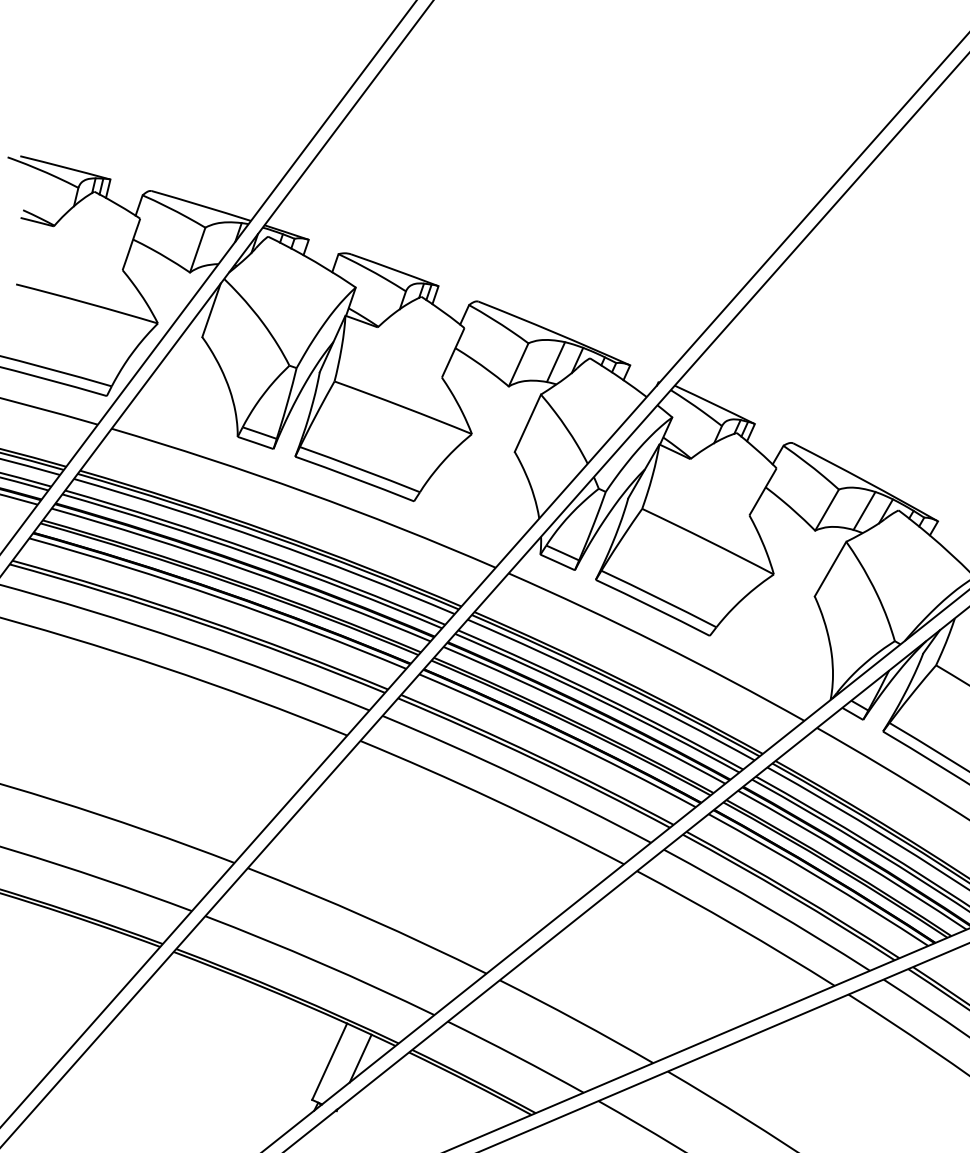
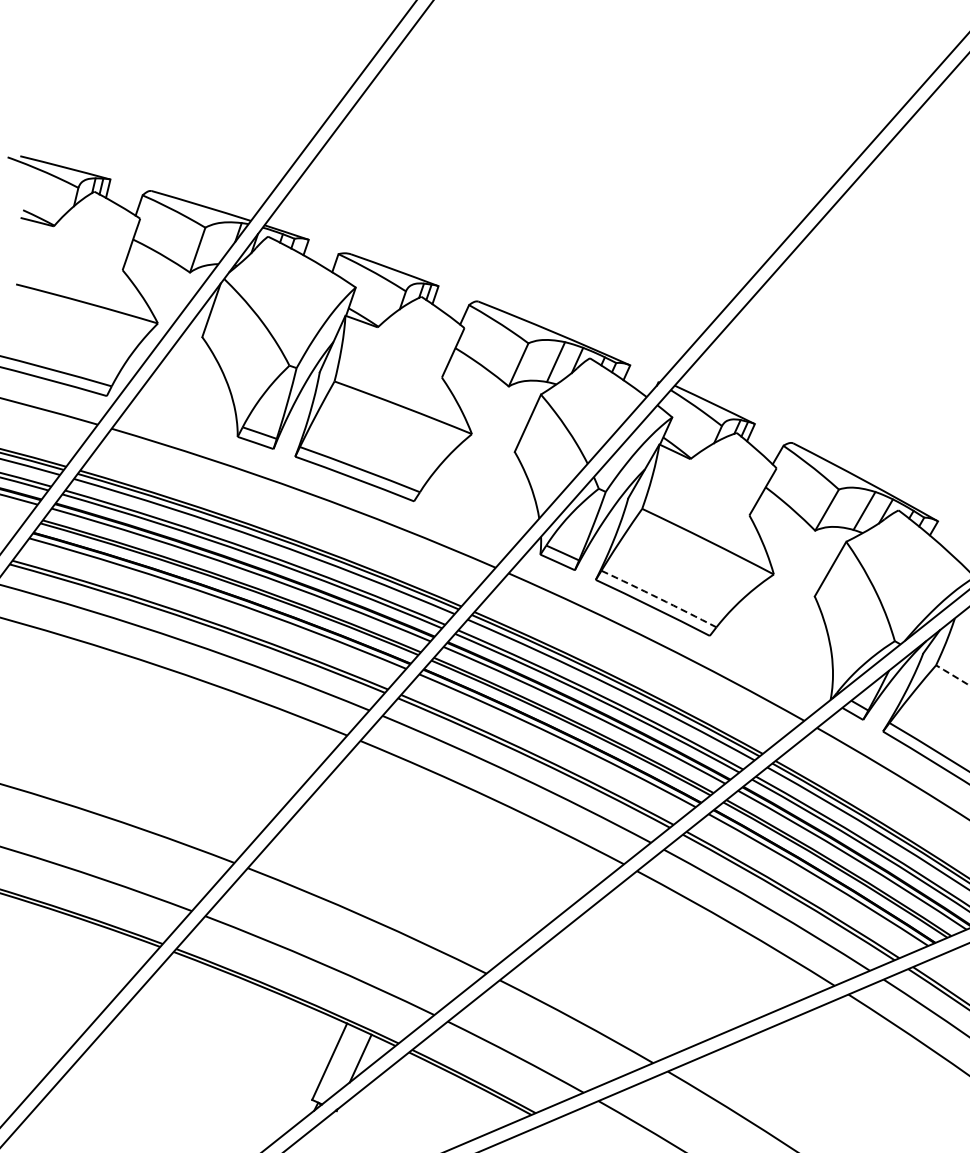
arc at (659, 598): solid -> dashed
arc at (953, 675): solid -> dashed
